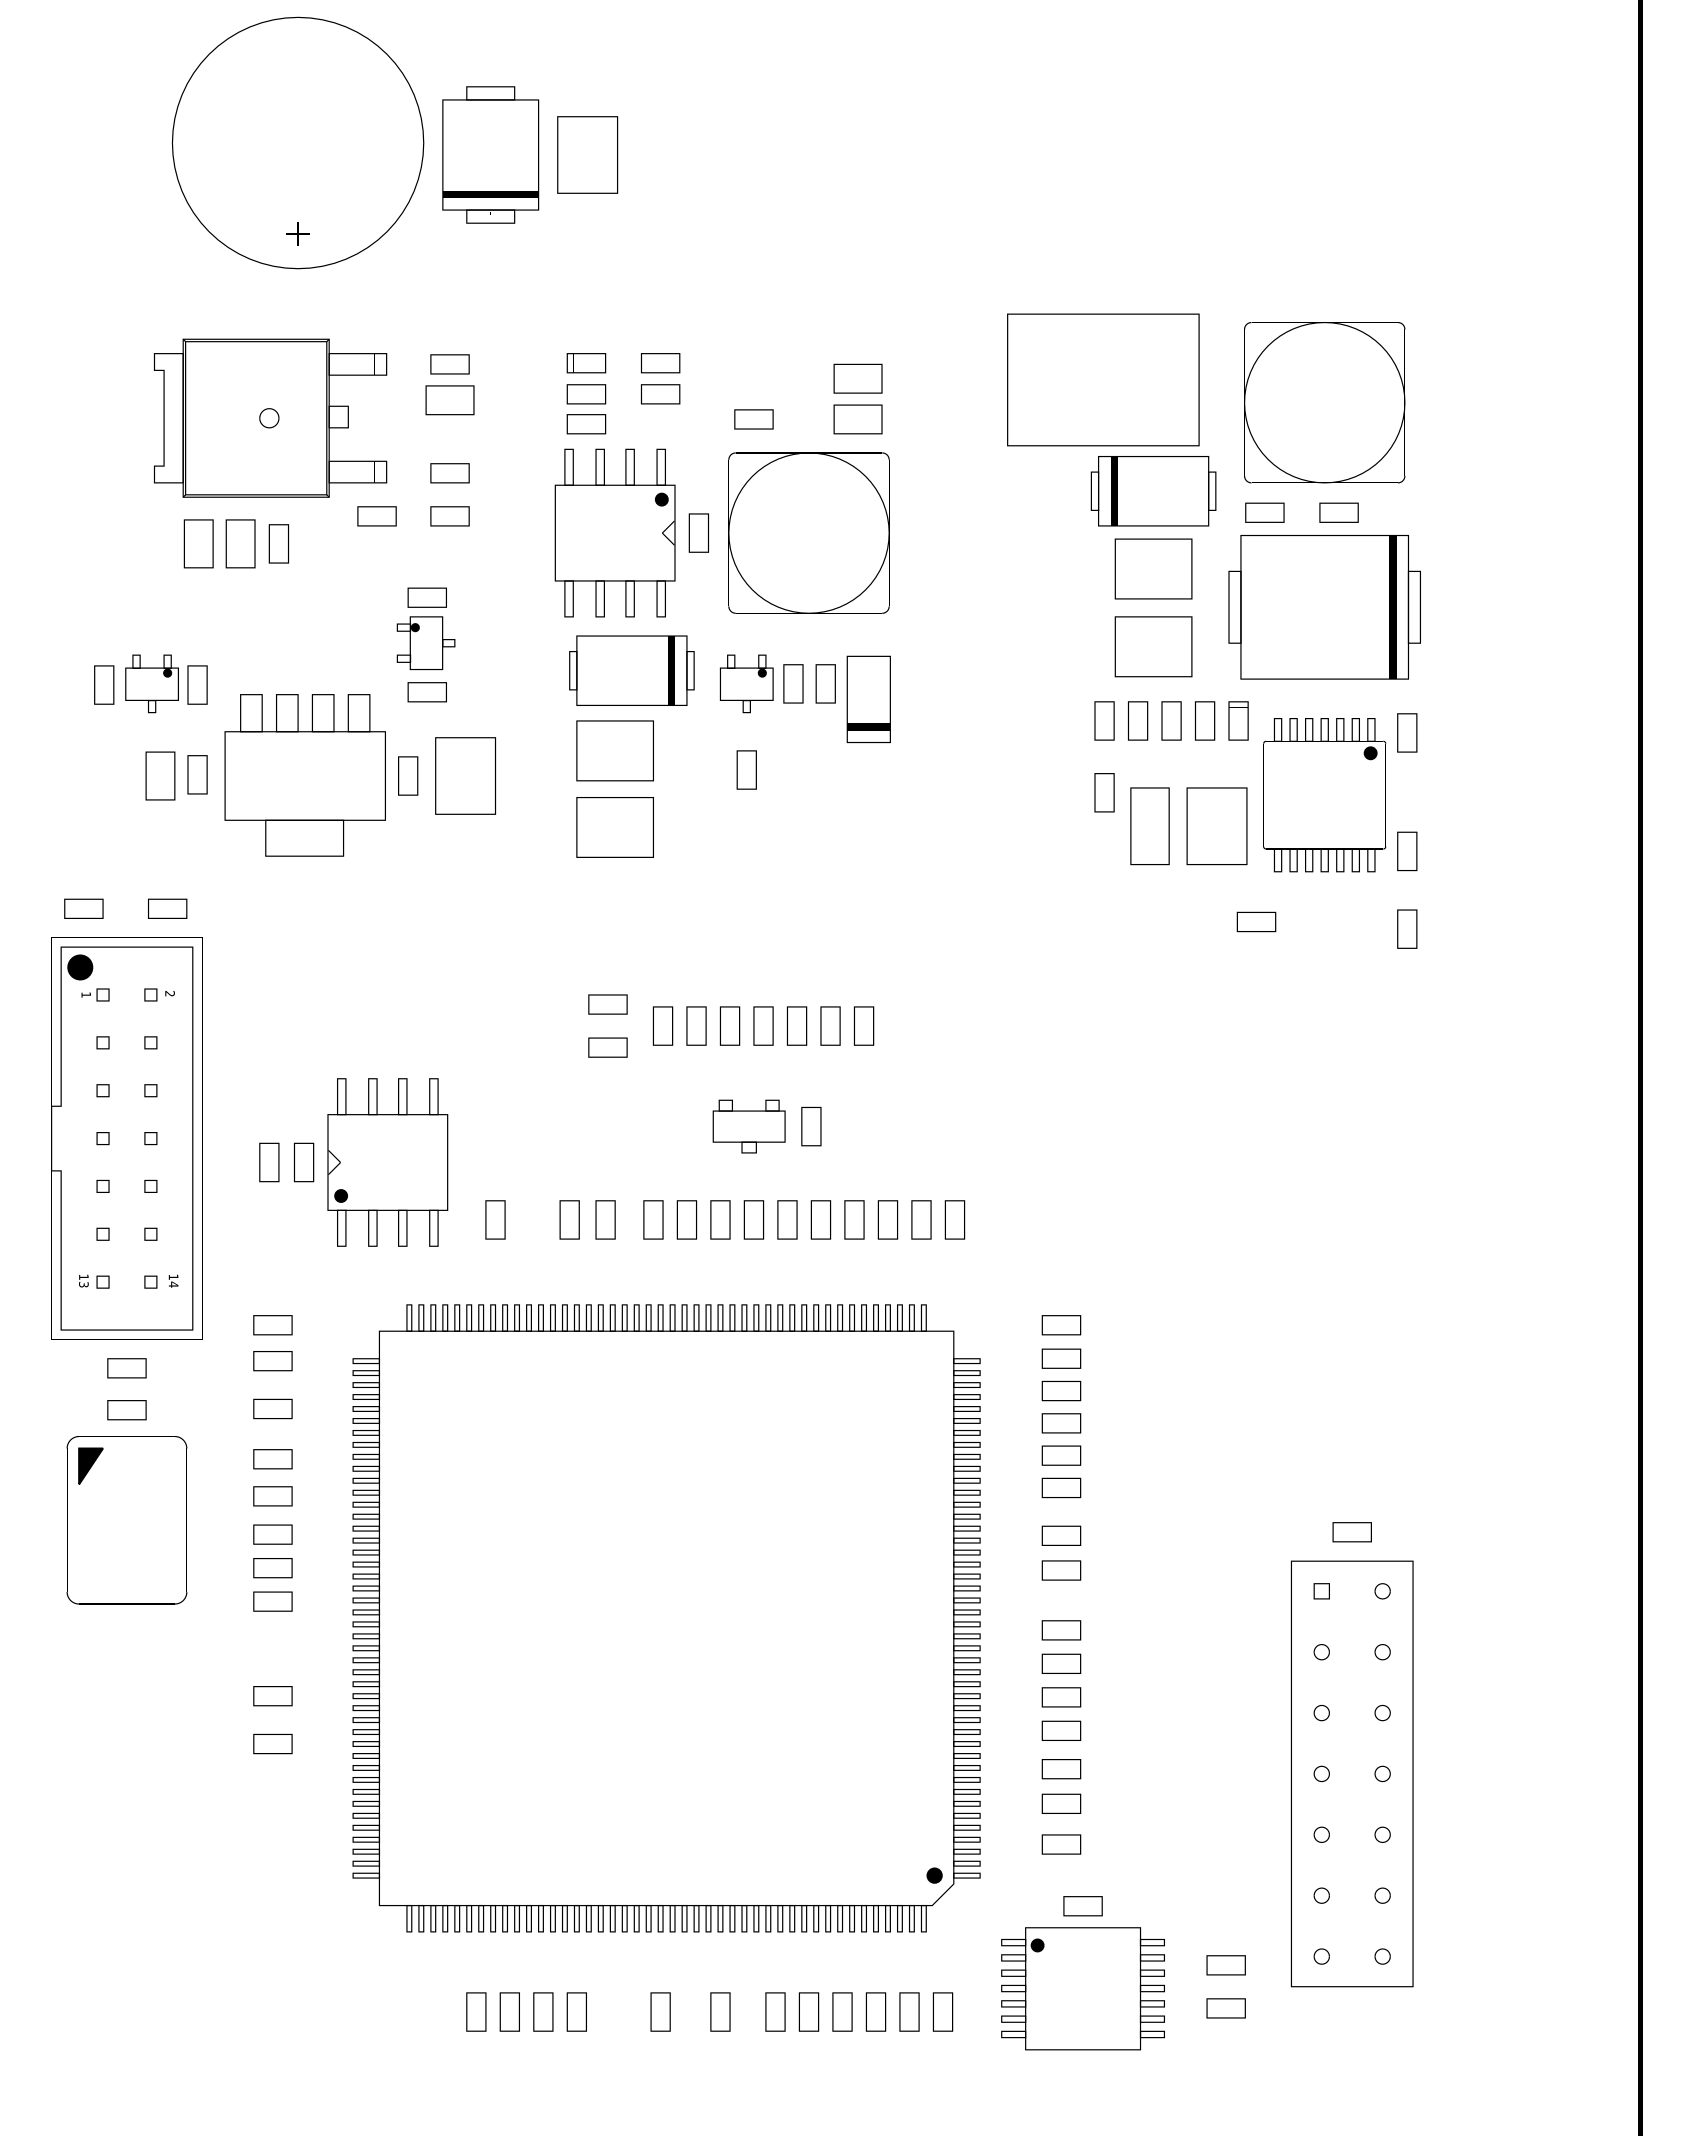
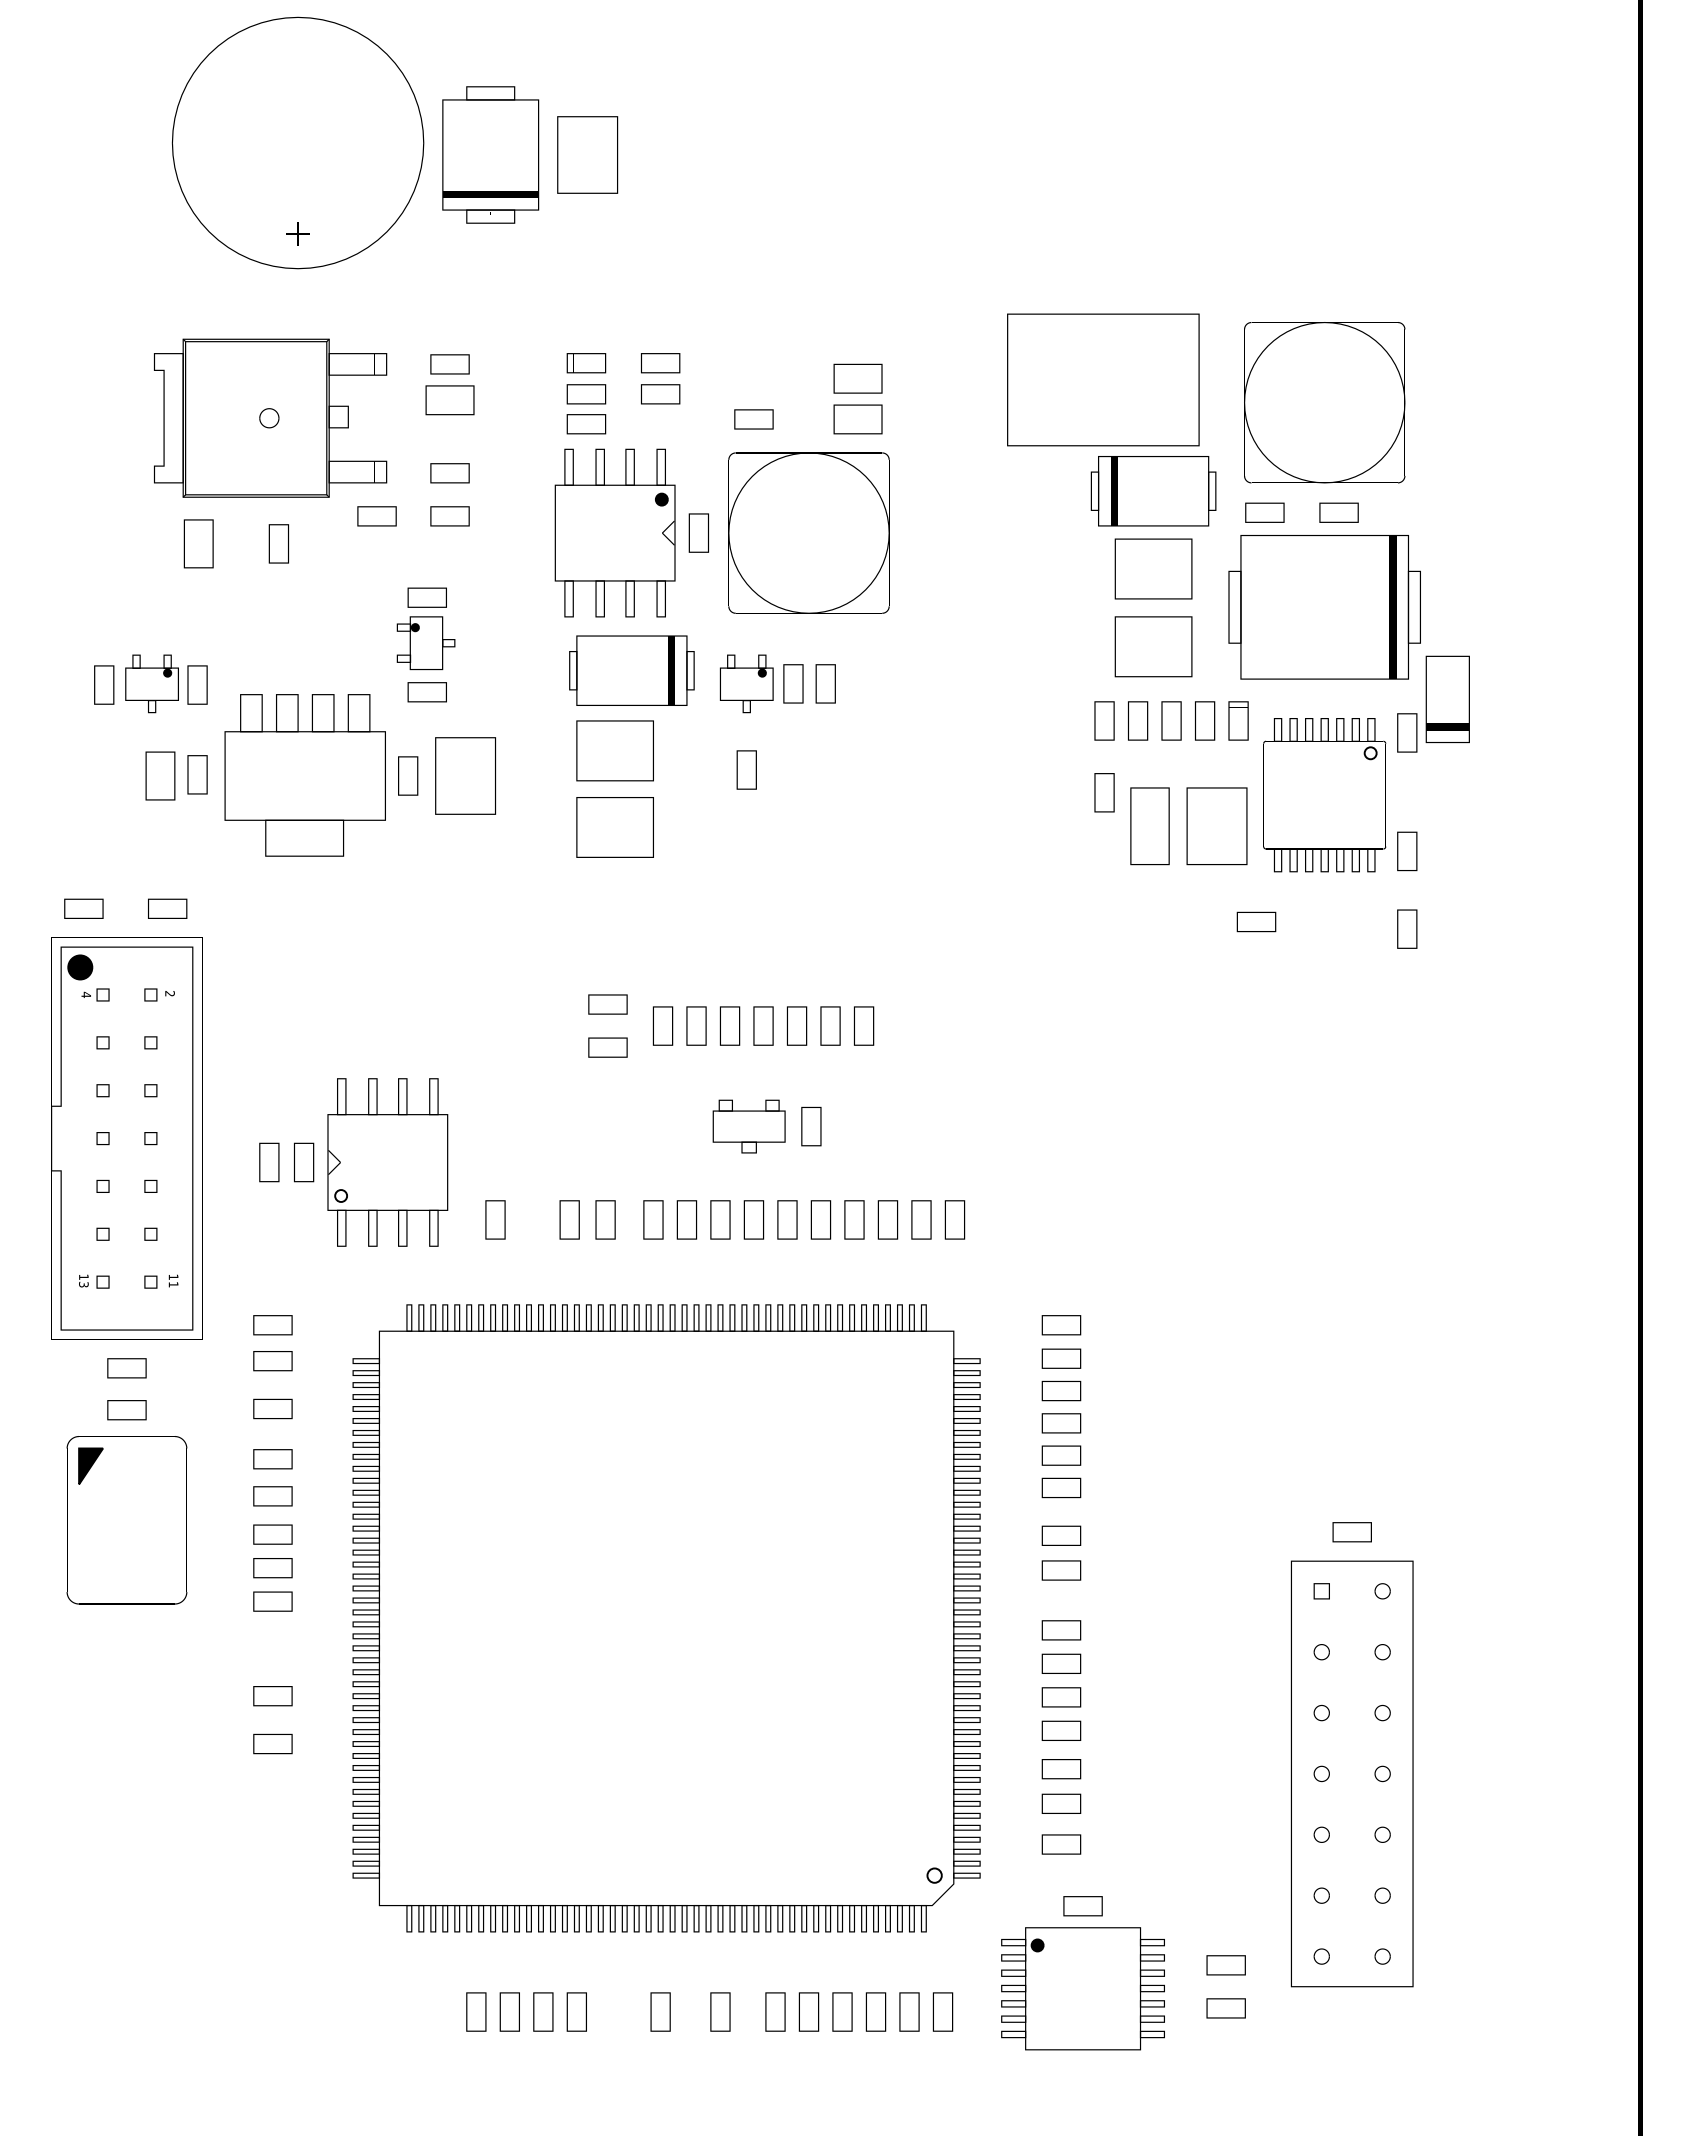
part at (240, 543): present -> none
part at (868, 698) position: (868, 698) -> (1447, 698)
fill at (1370, 753): present -> none
text at (85, 994): 1 -> 4
fill at (341, 1195): present -> none
text at (173, 1284): 14 -> 11
fill at (934, 1875): present -> none
